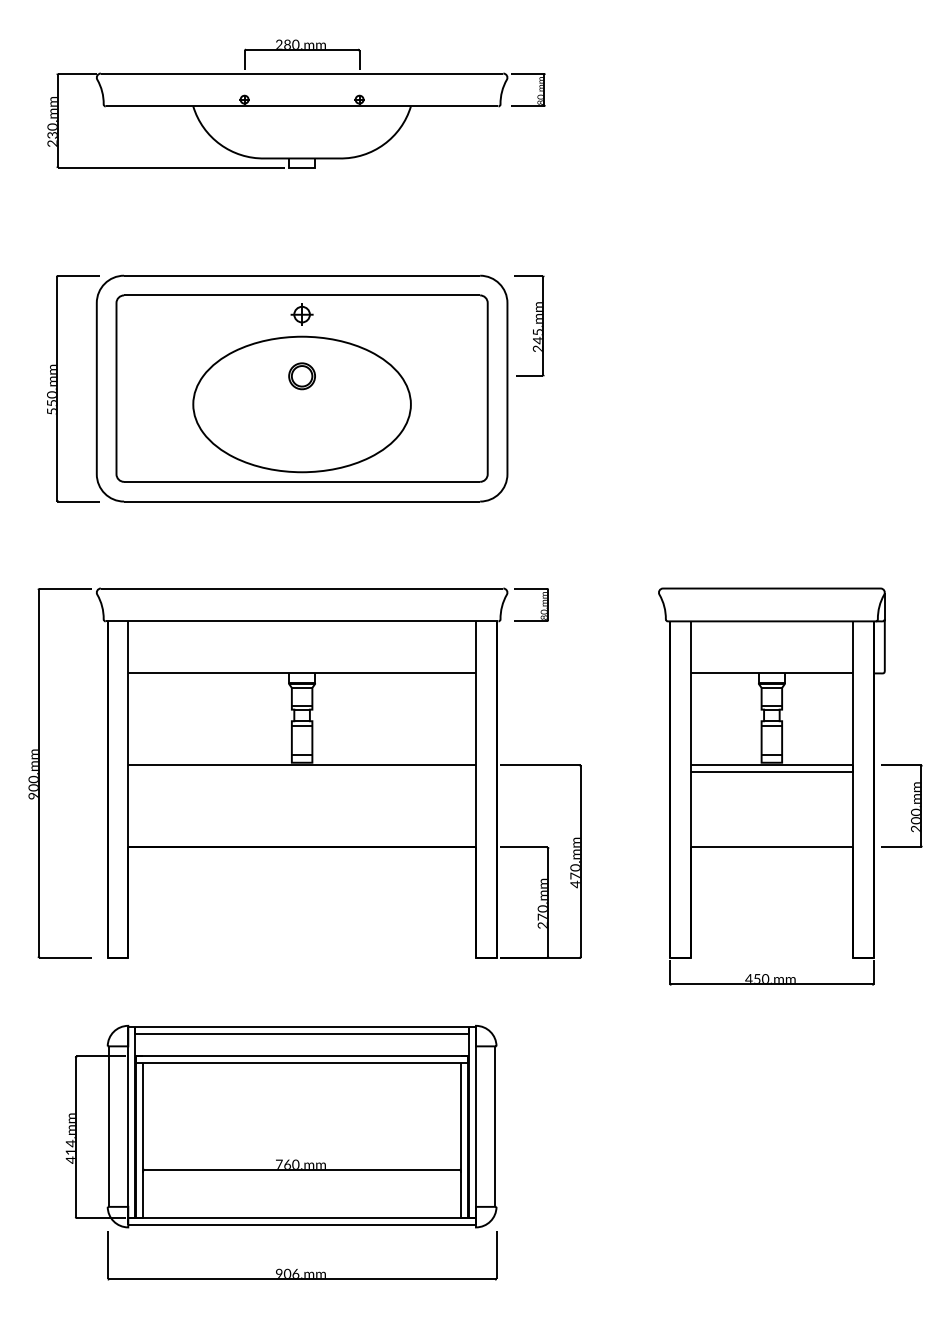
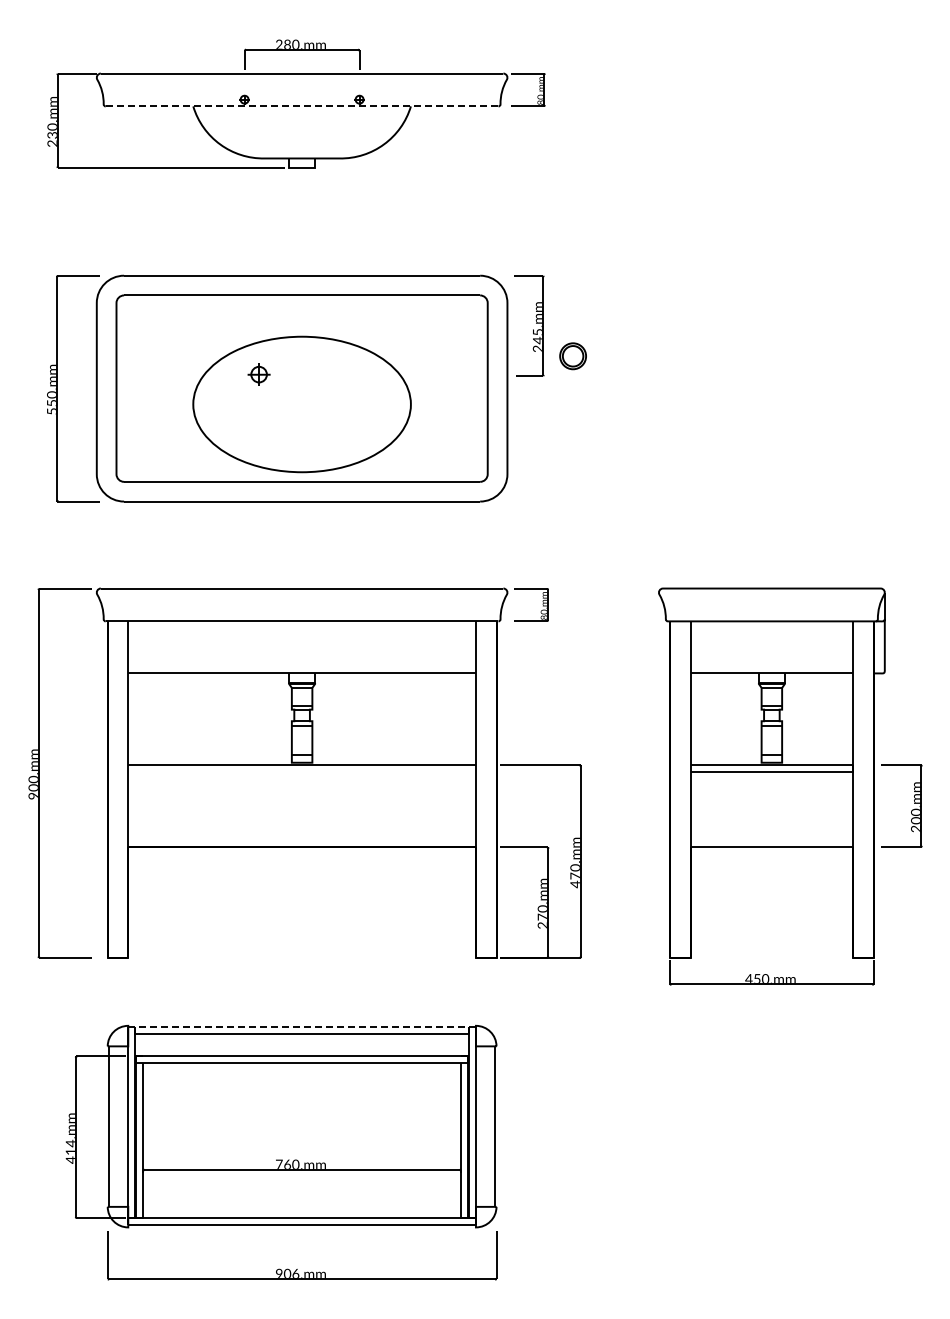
line at (301, 106): solid -> dashed
part at (301, 314) position: (301, 314) -> (258, 374)
part at (301, 376) position: (301, 376) -> (572, 356)
line at (302, 1027): solid -> dashed
